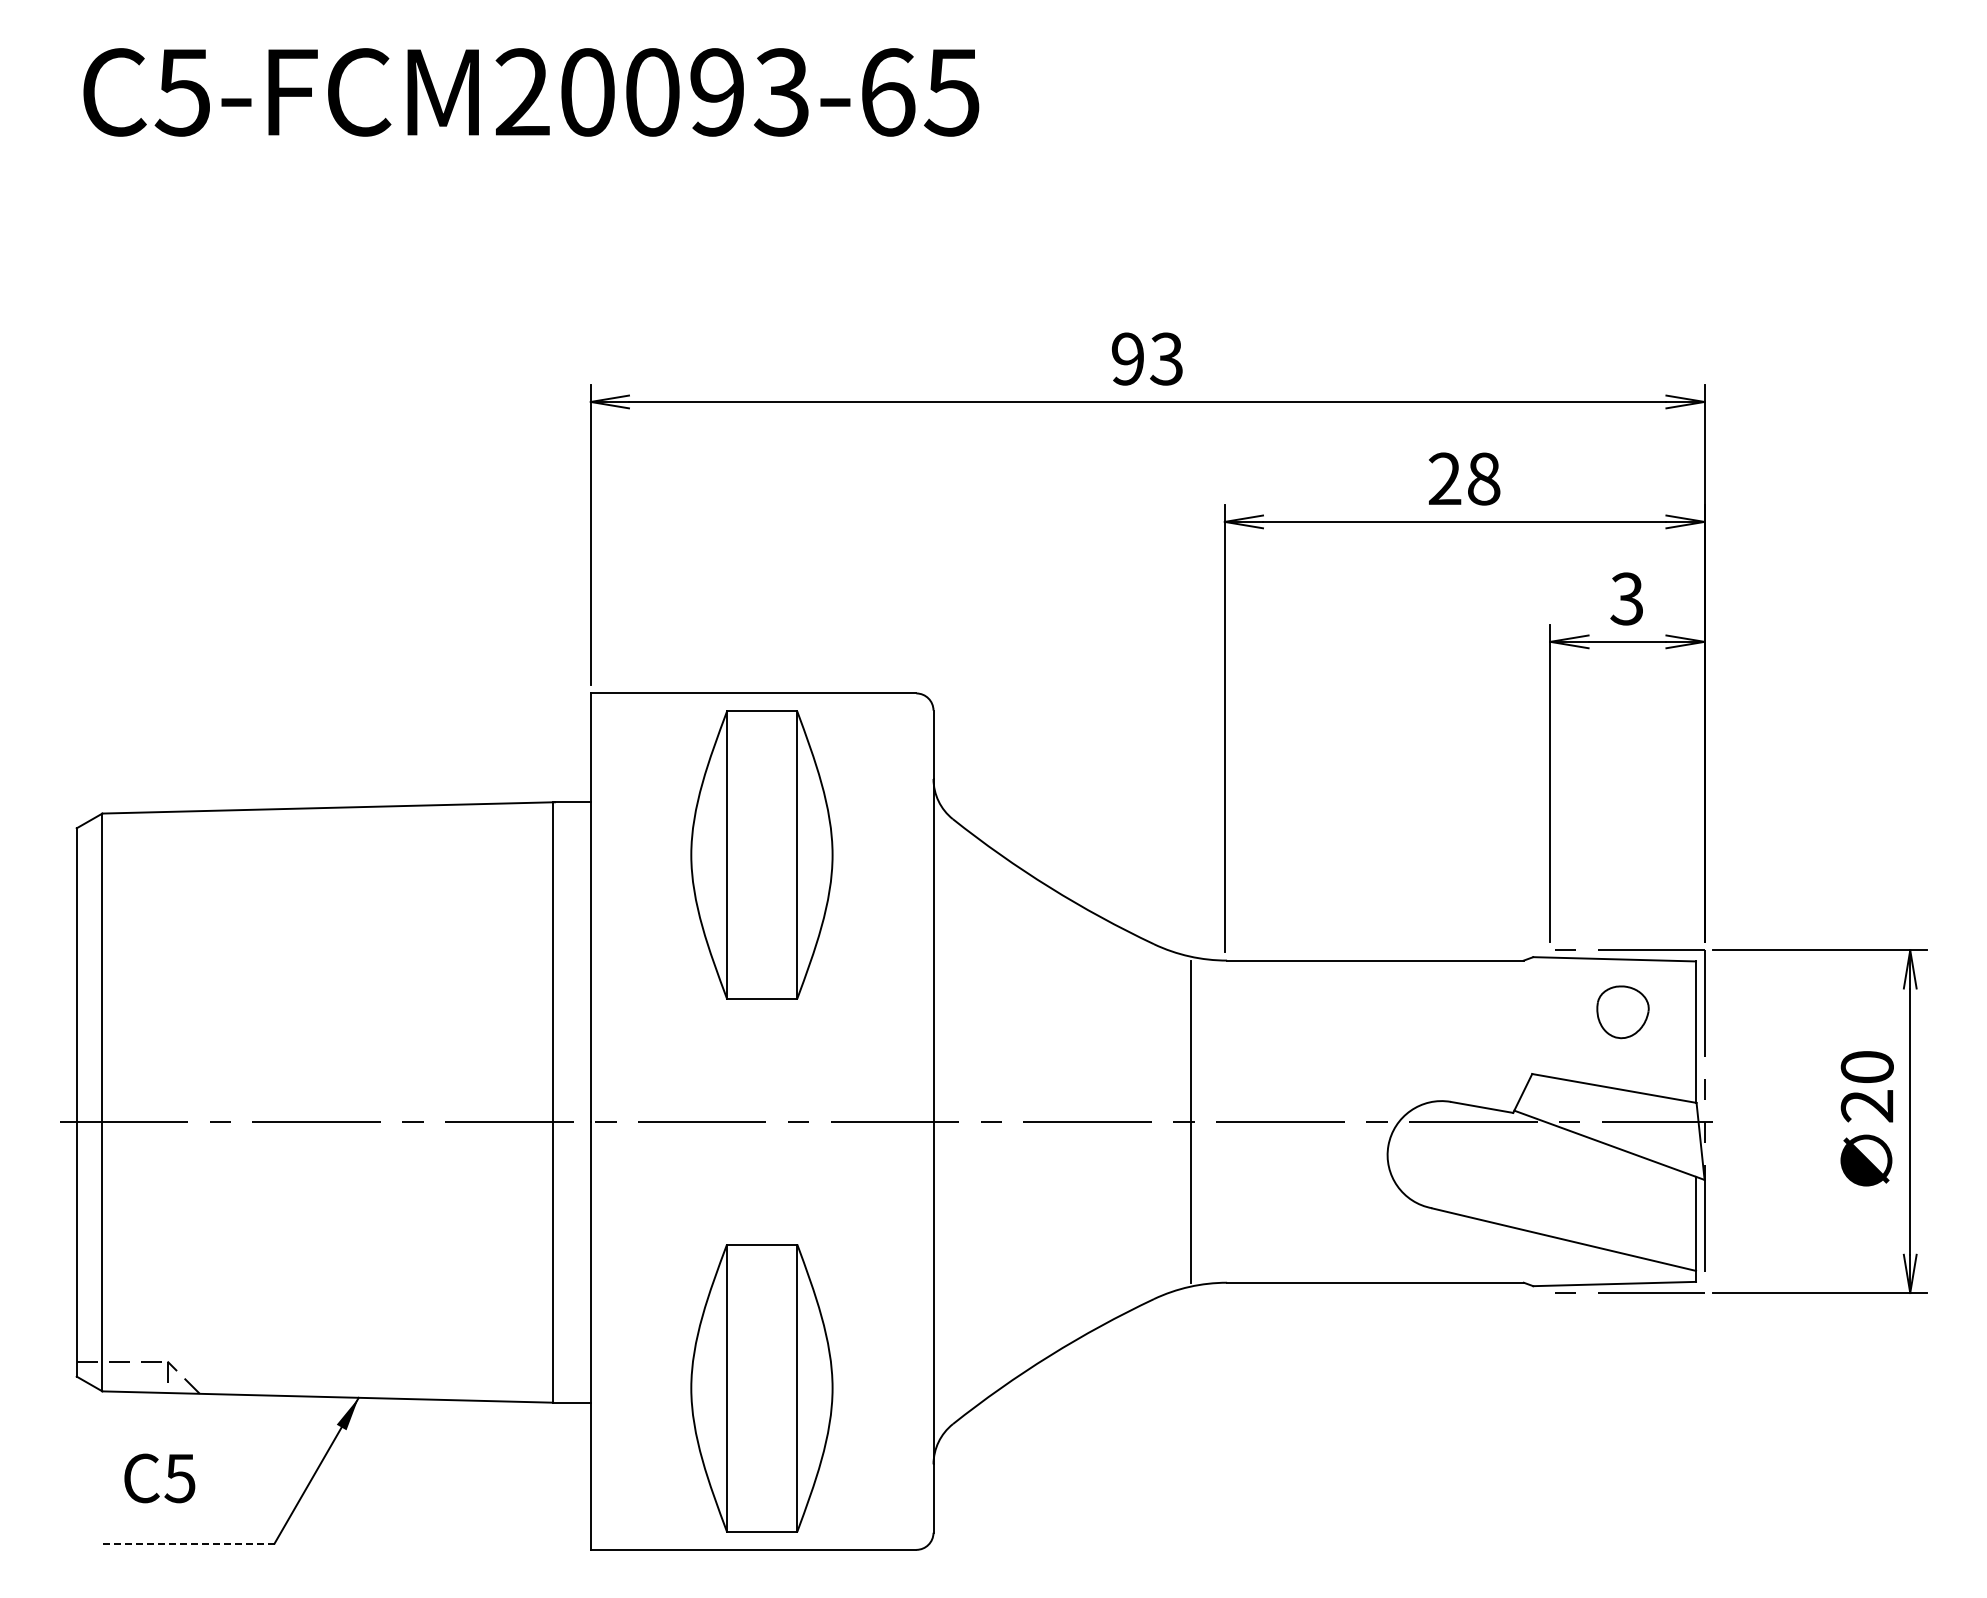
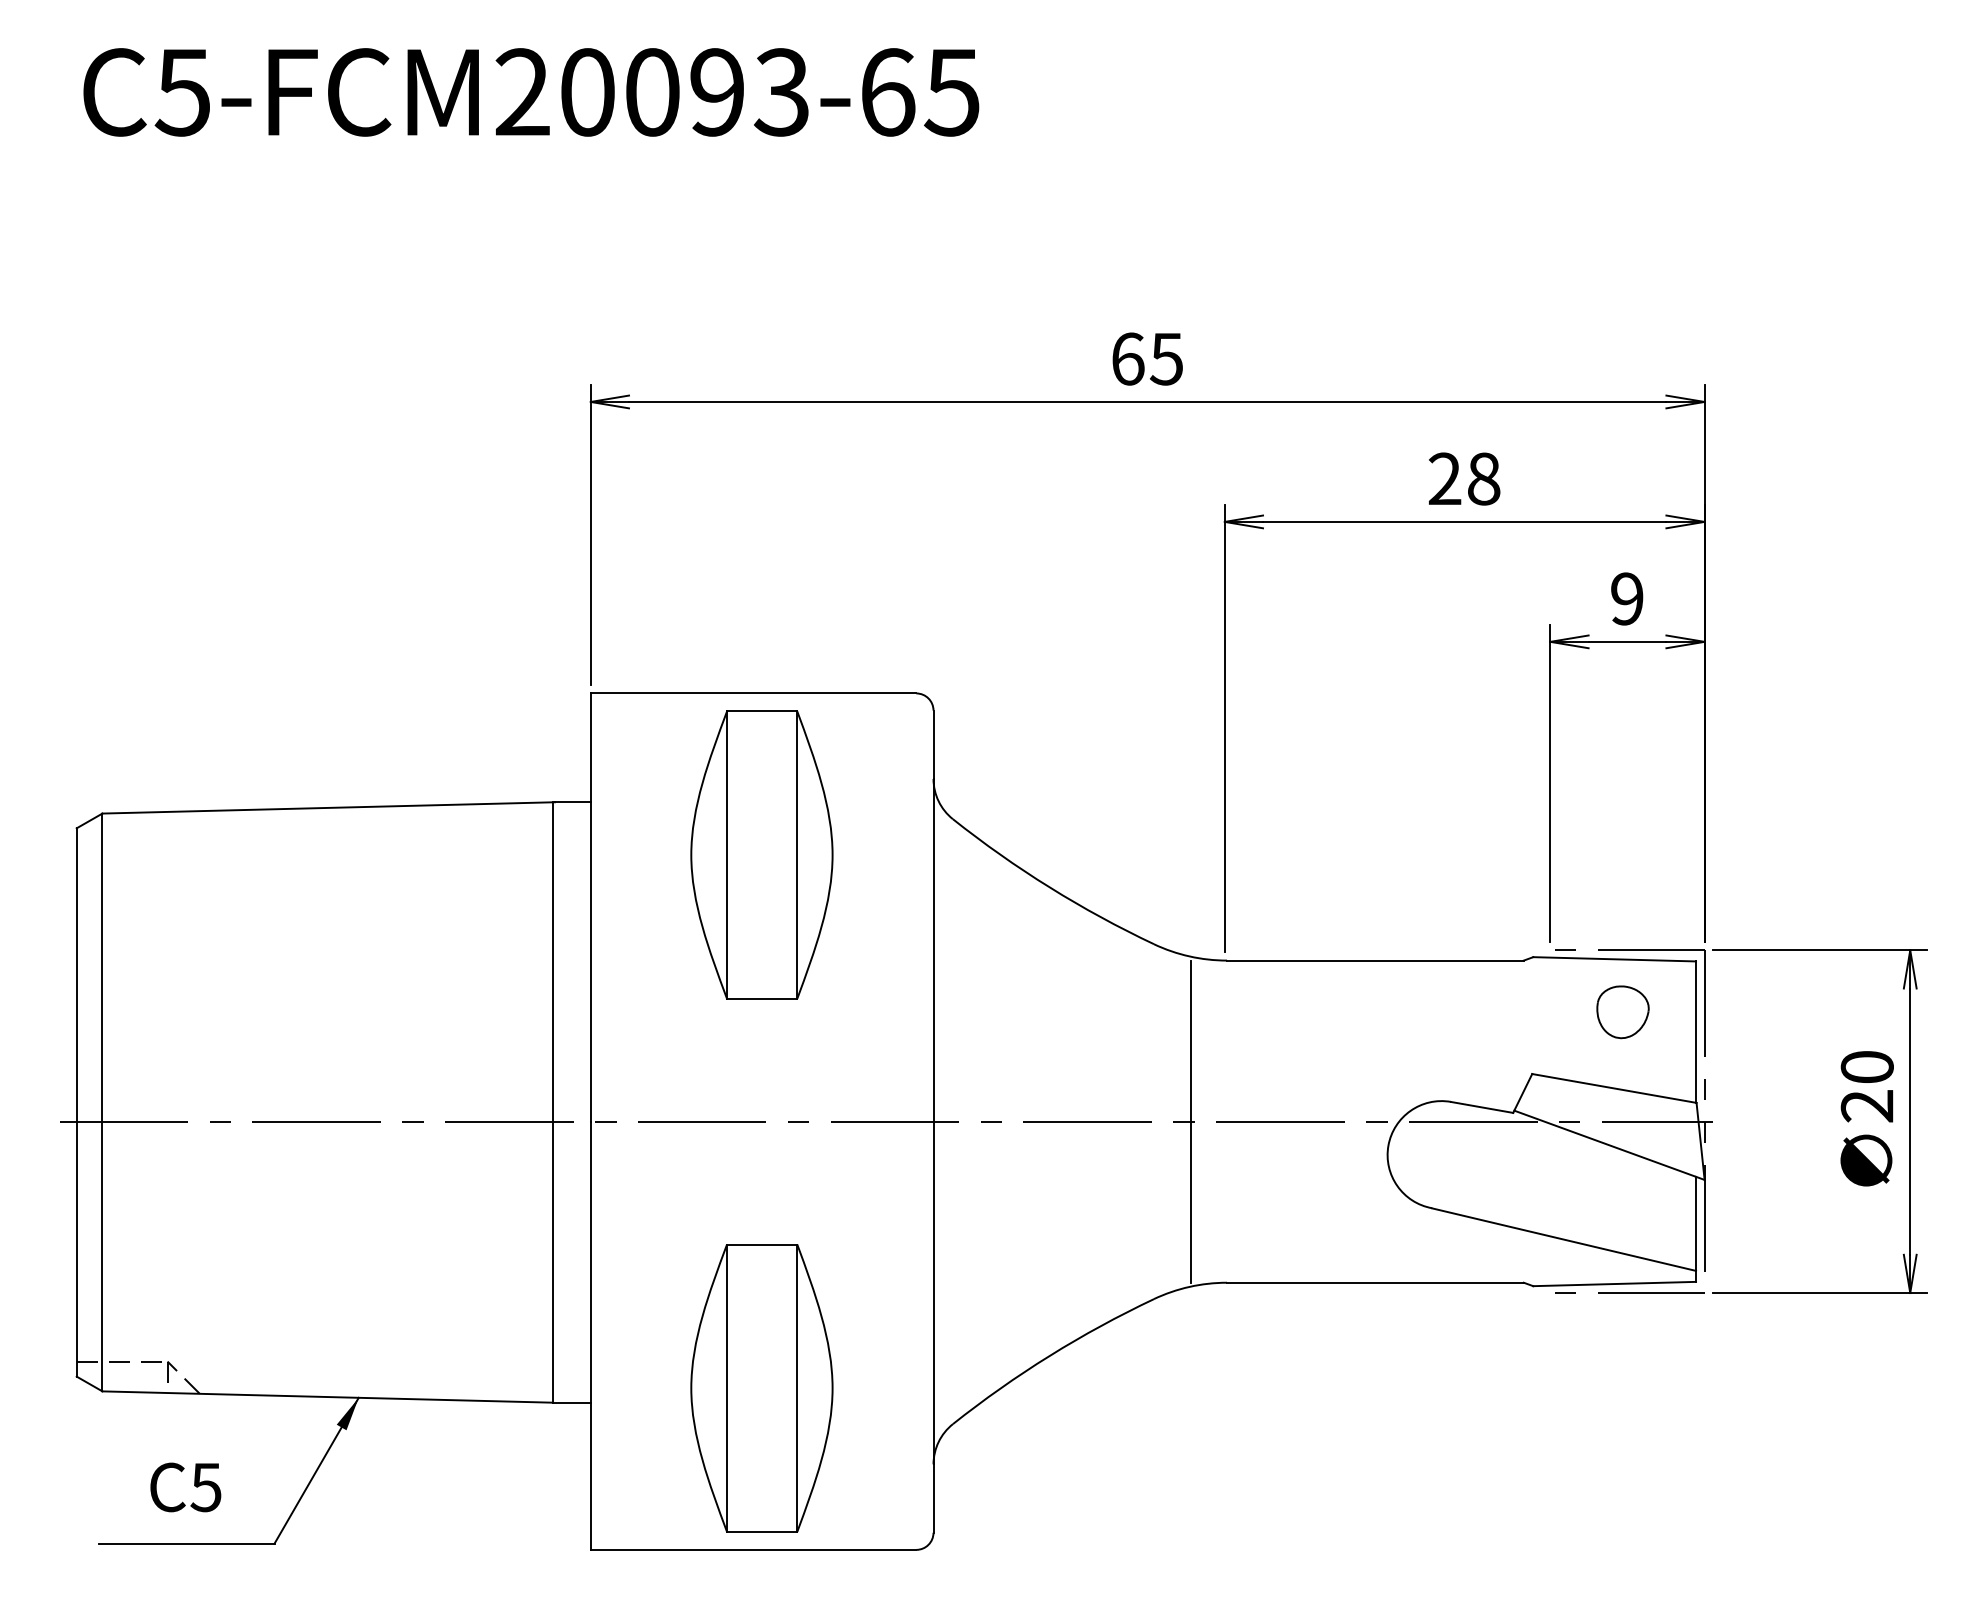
text at (1146, 358): 93 -> 65
text at (1626, 598): 3 -> 9
text at (159, 1478) position: (159, 1478) -> (185, 1487)
line at (186, 1543): dashed -> solid
